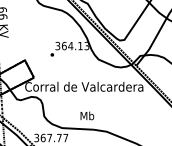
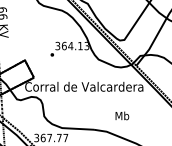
text at (87, 115) position: (87, 115) -> (122, 115)
